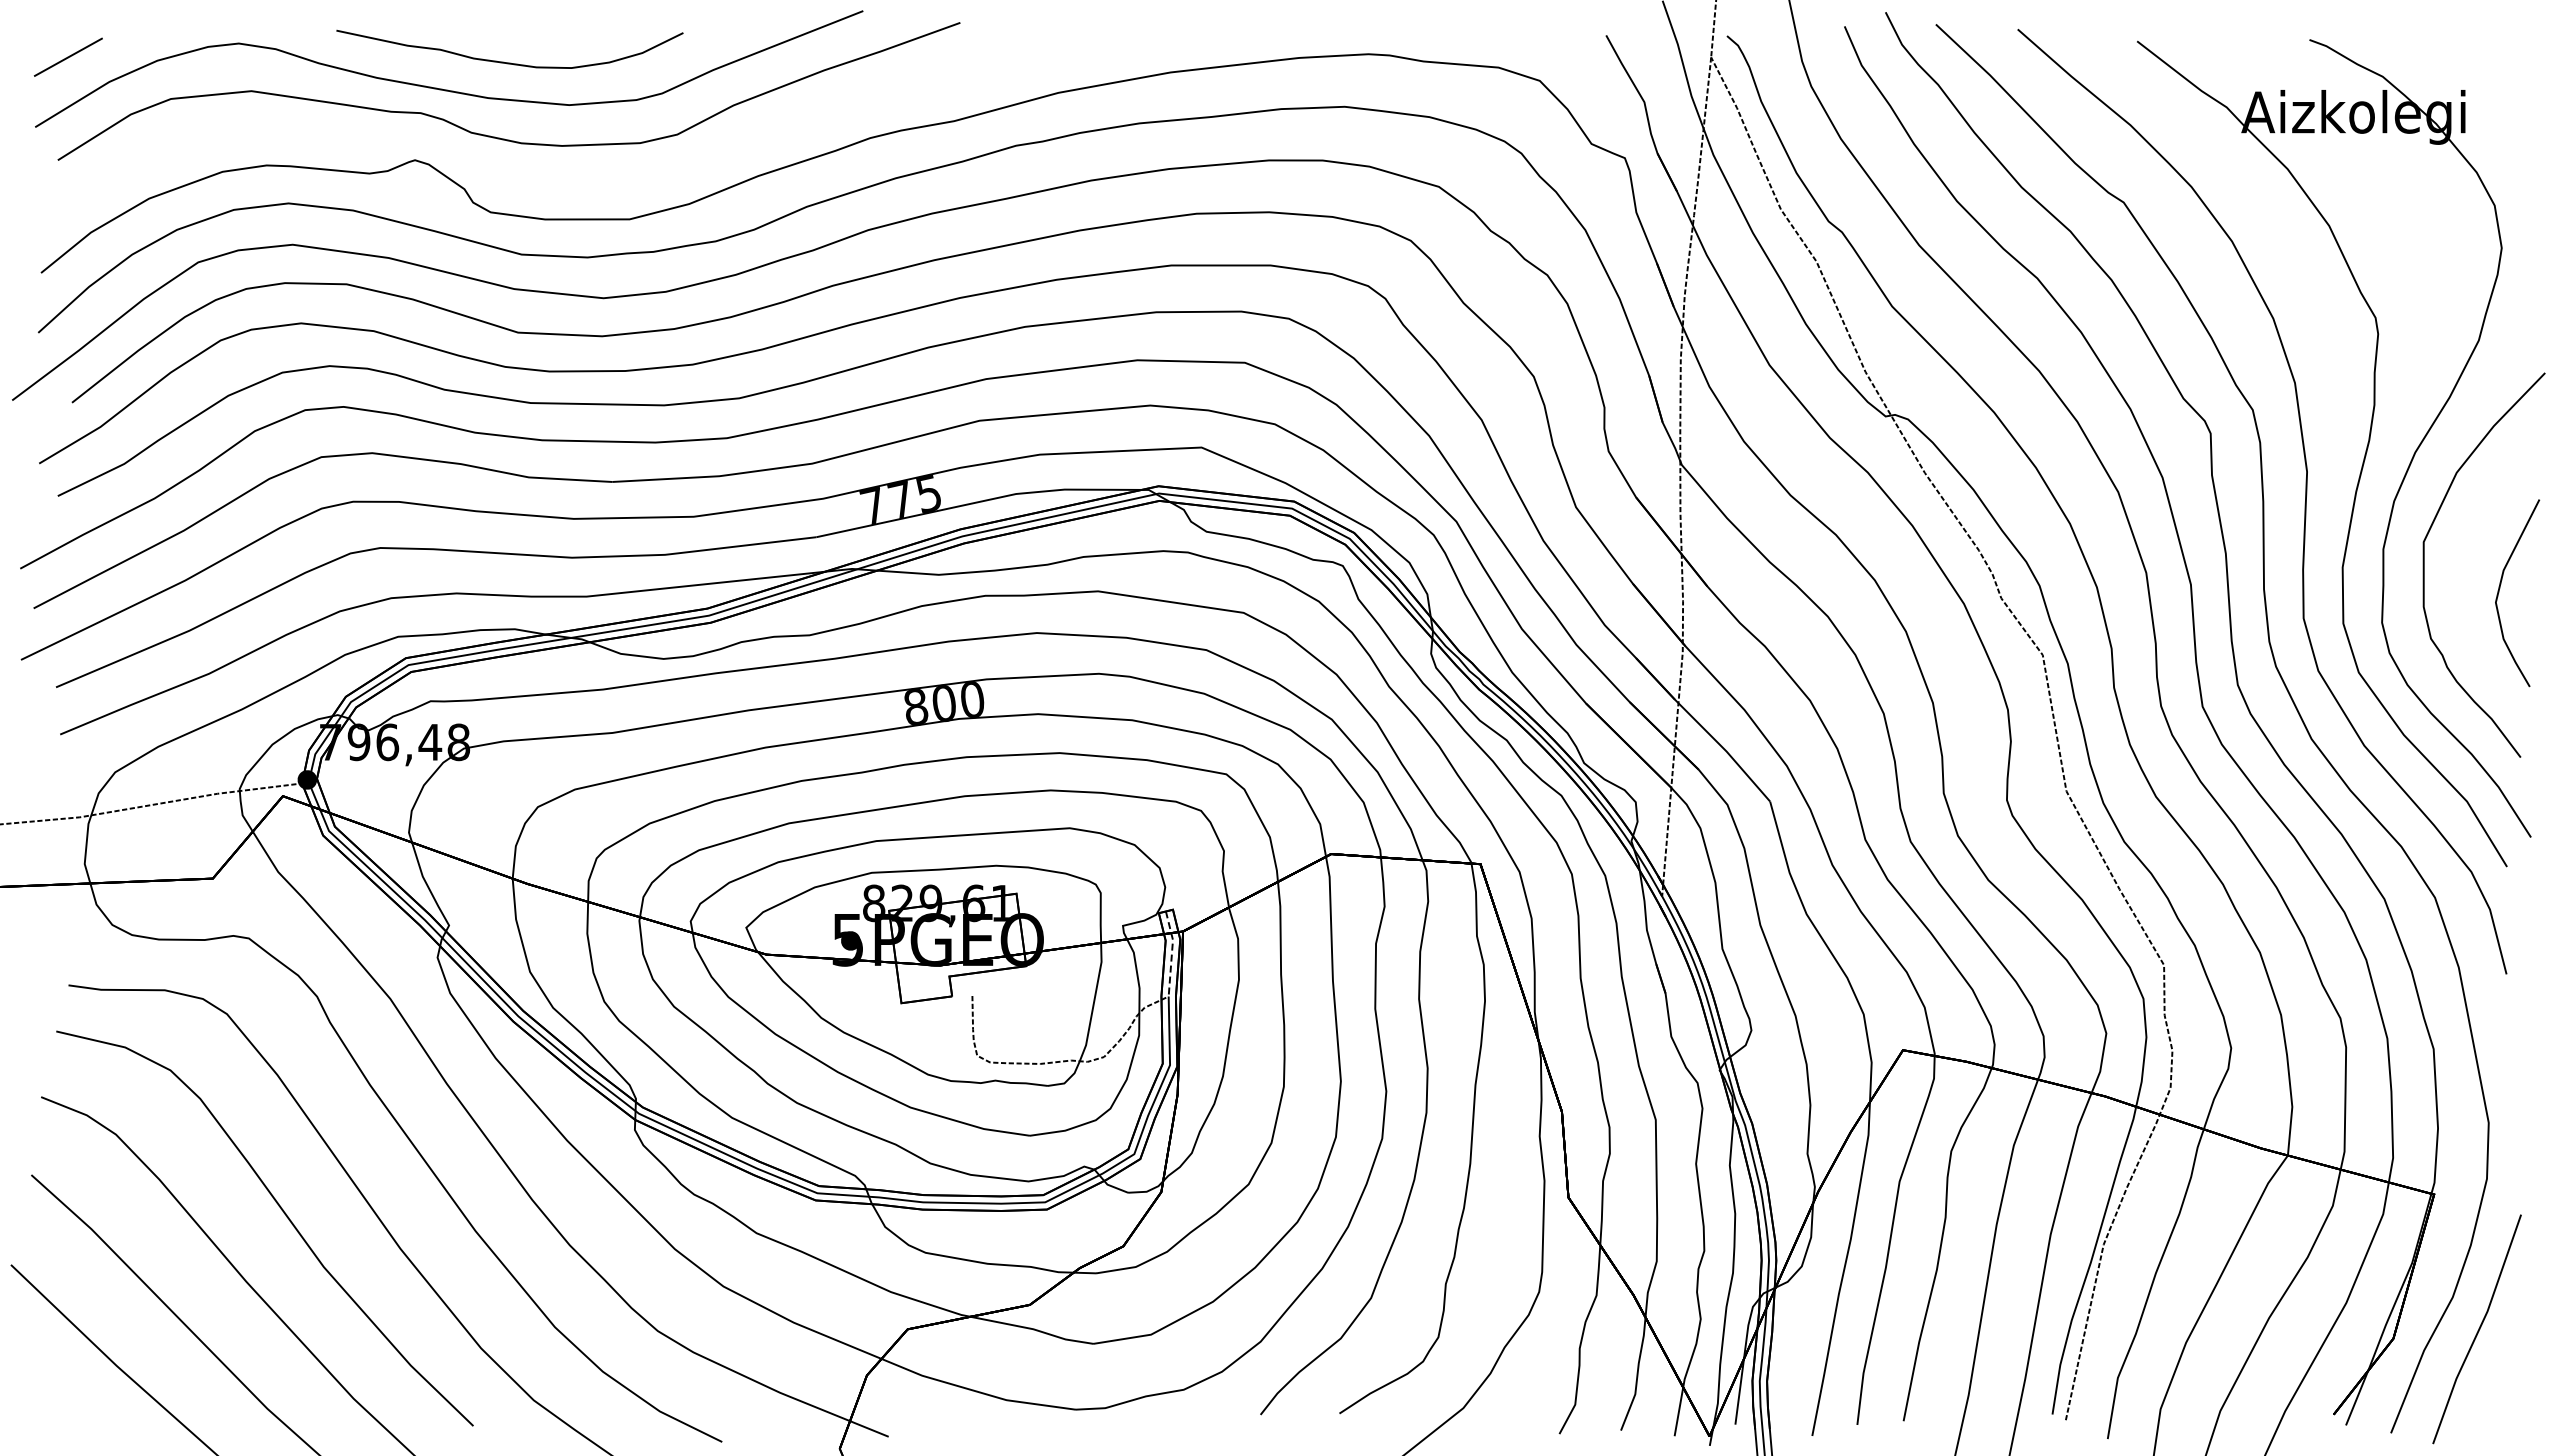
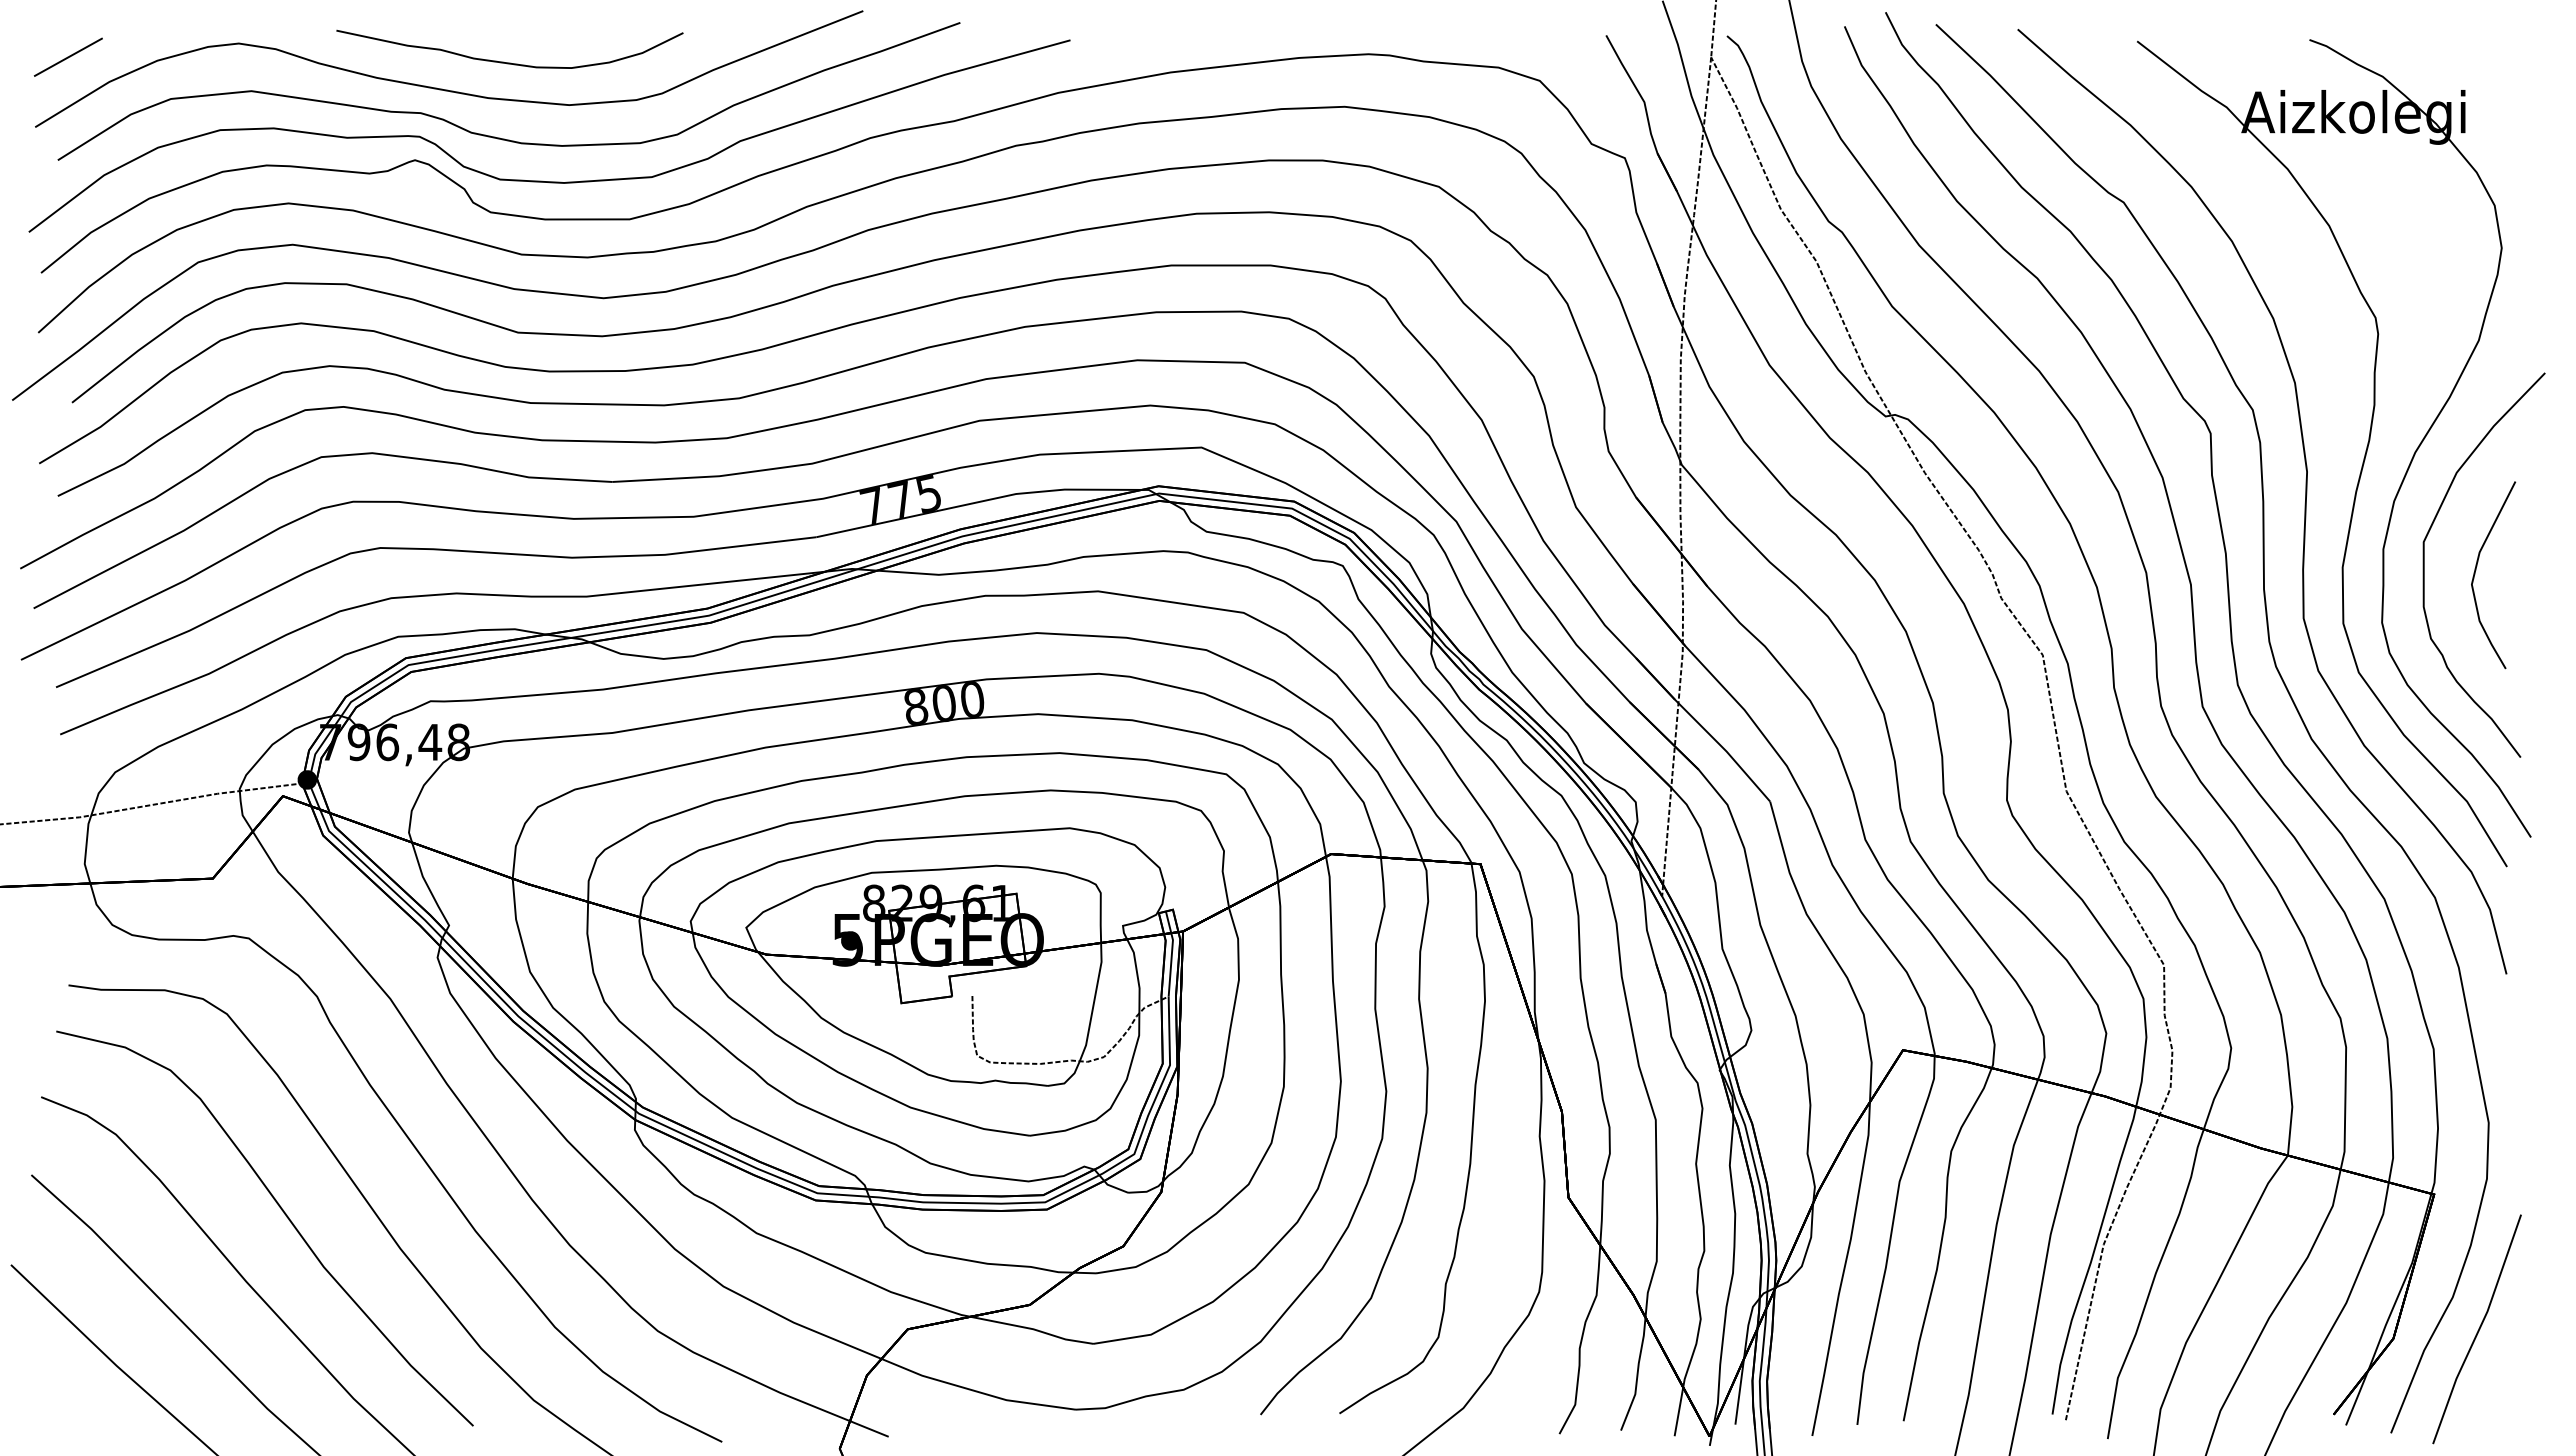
curve at (542, 180): none -> present
part at (2500, 588) position: (2500, 588) -> (2476, 570)
line at (1172, 952): dashed -> solid
